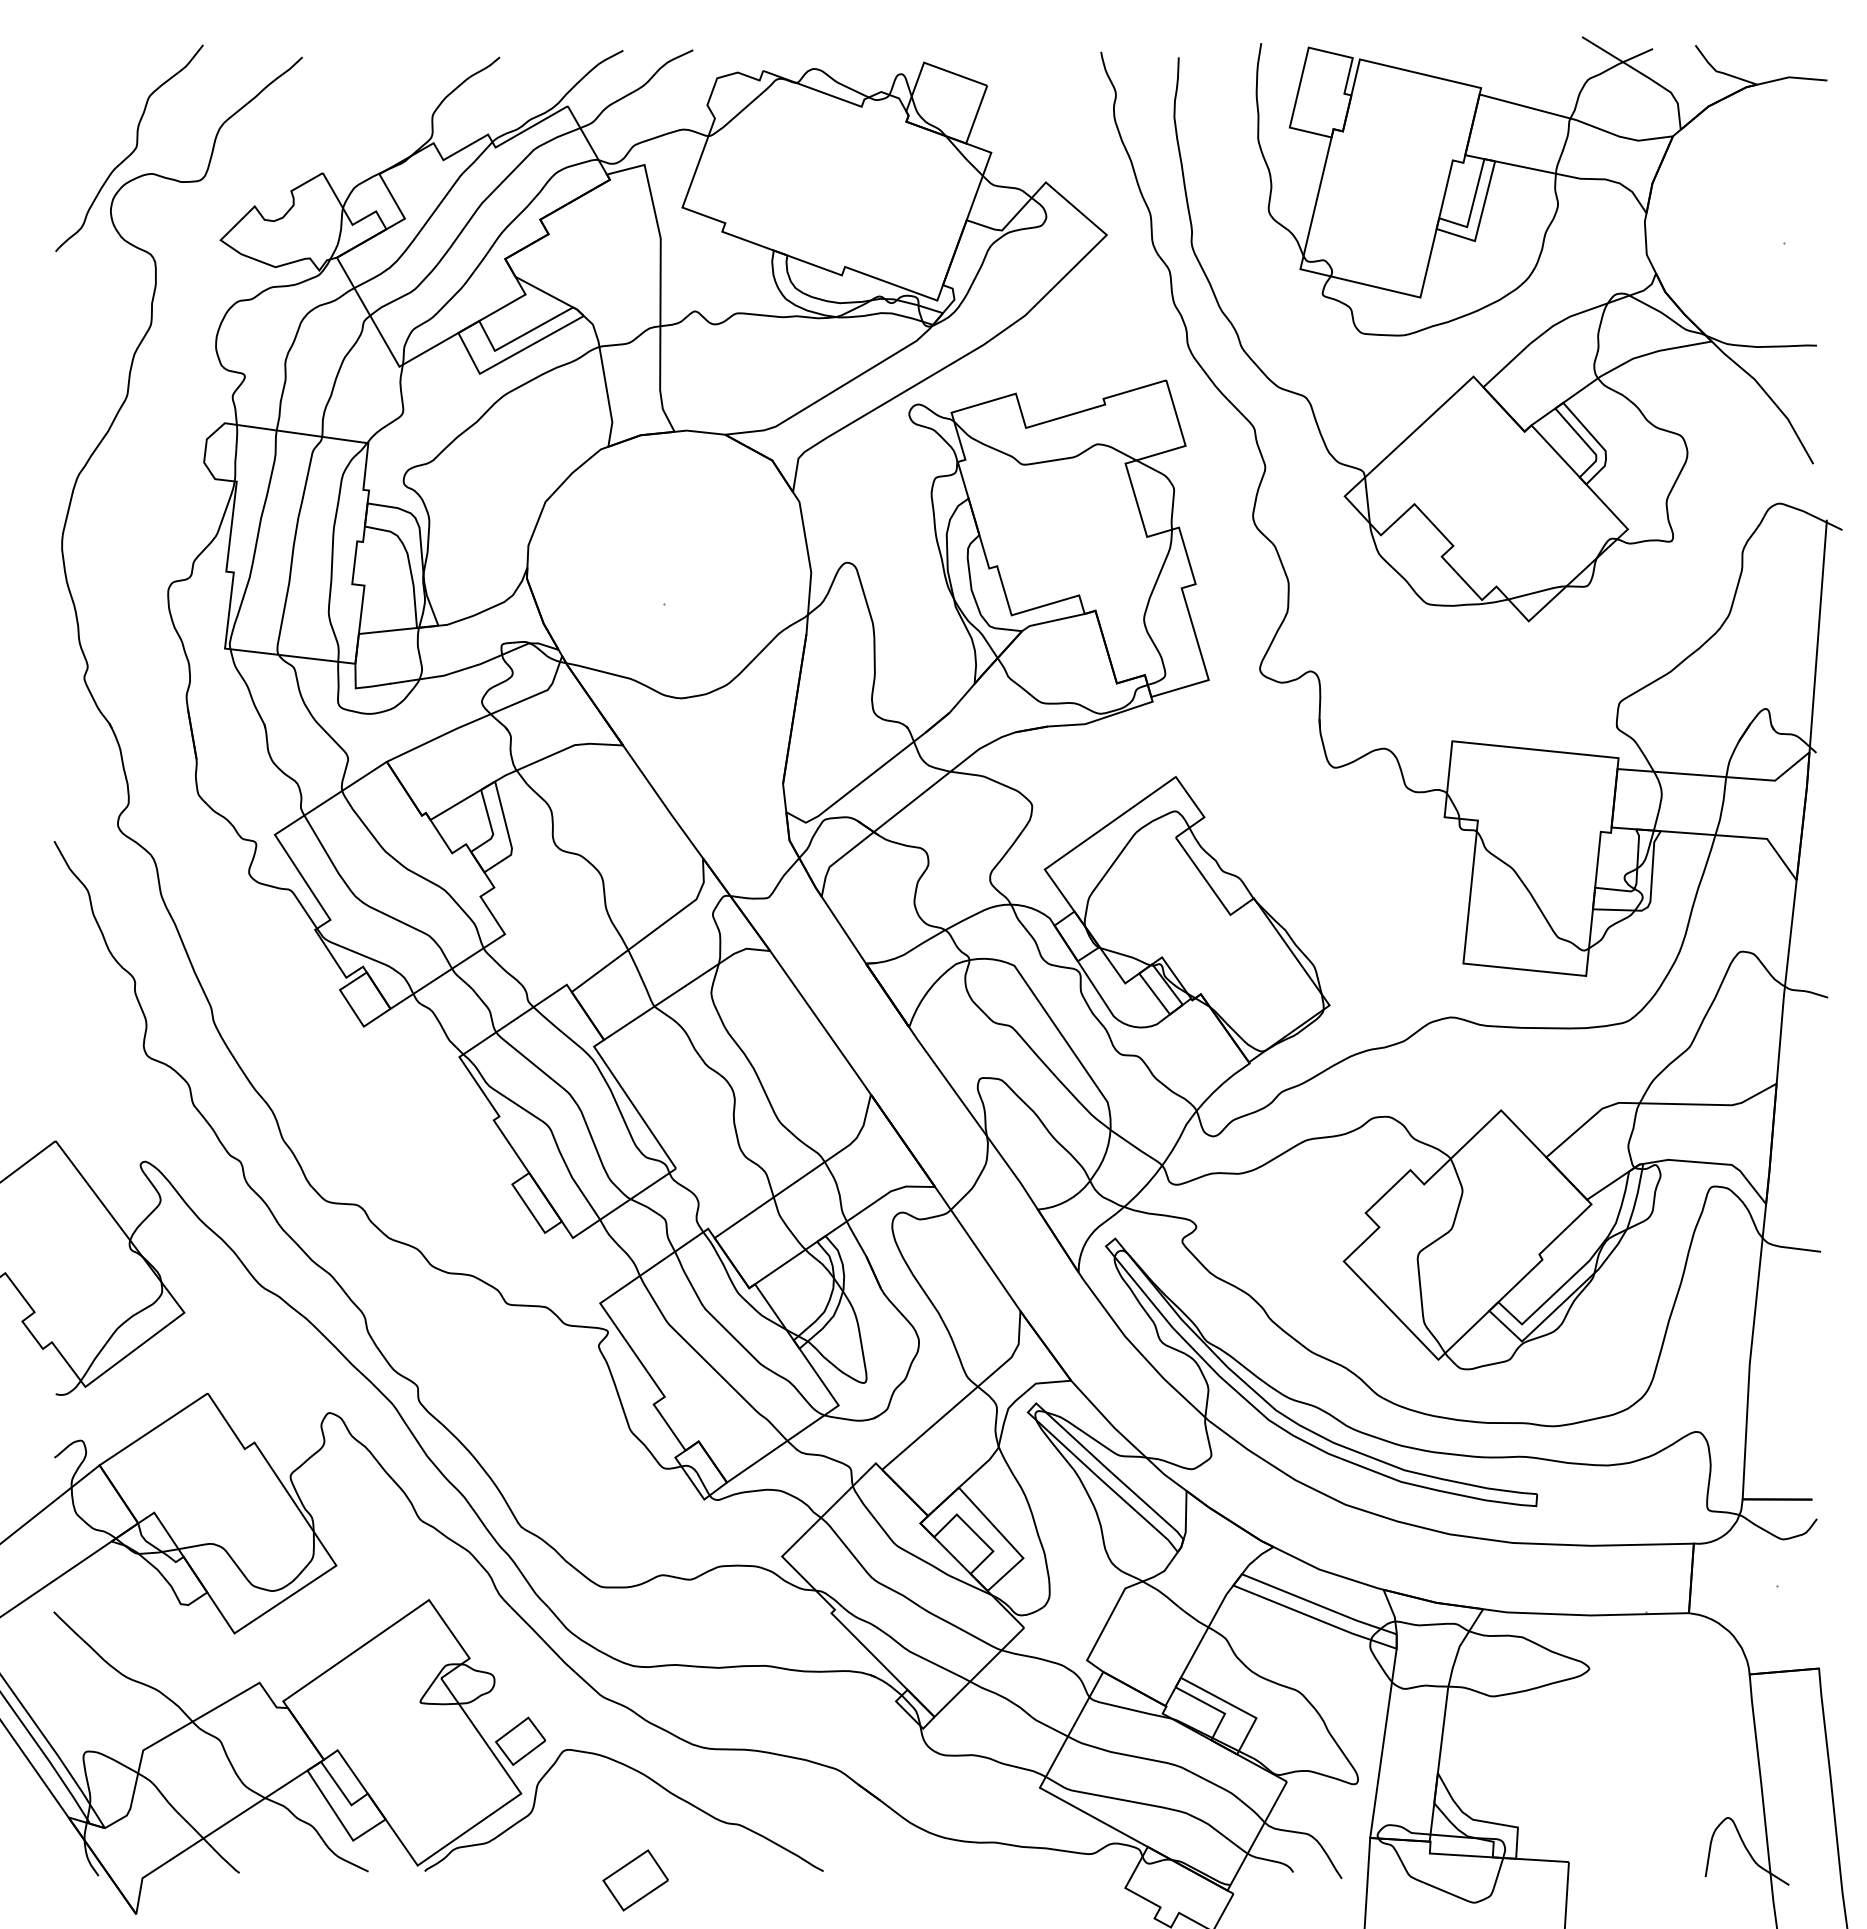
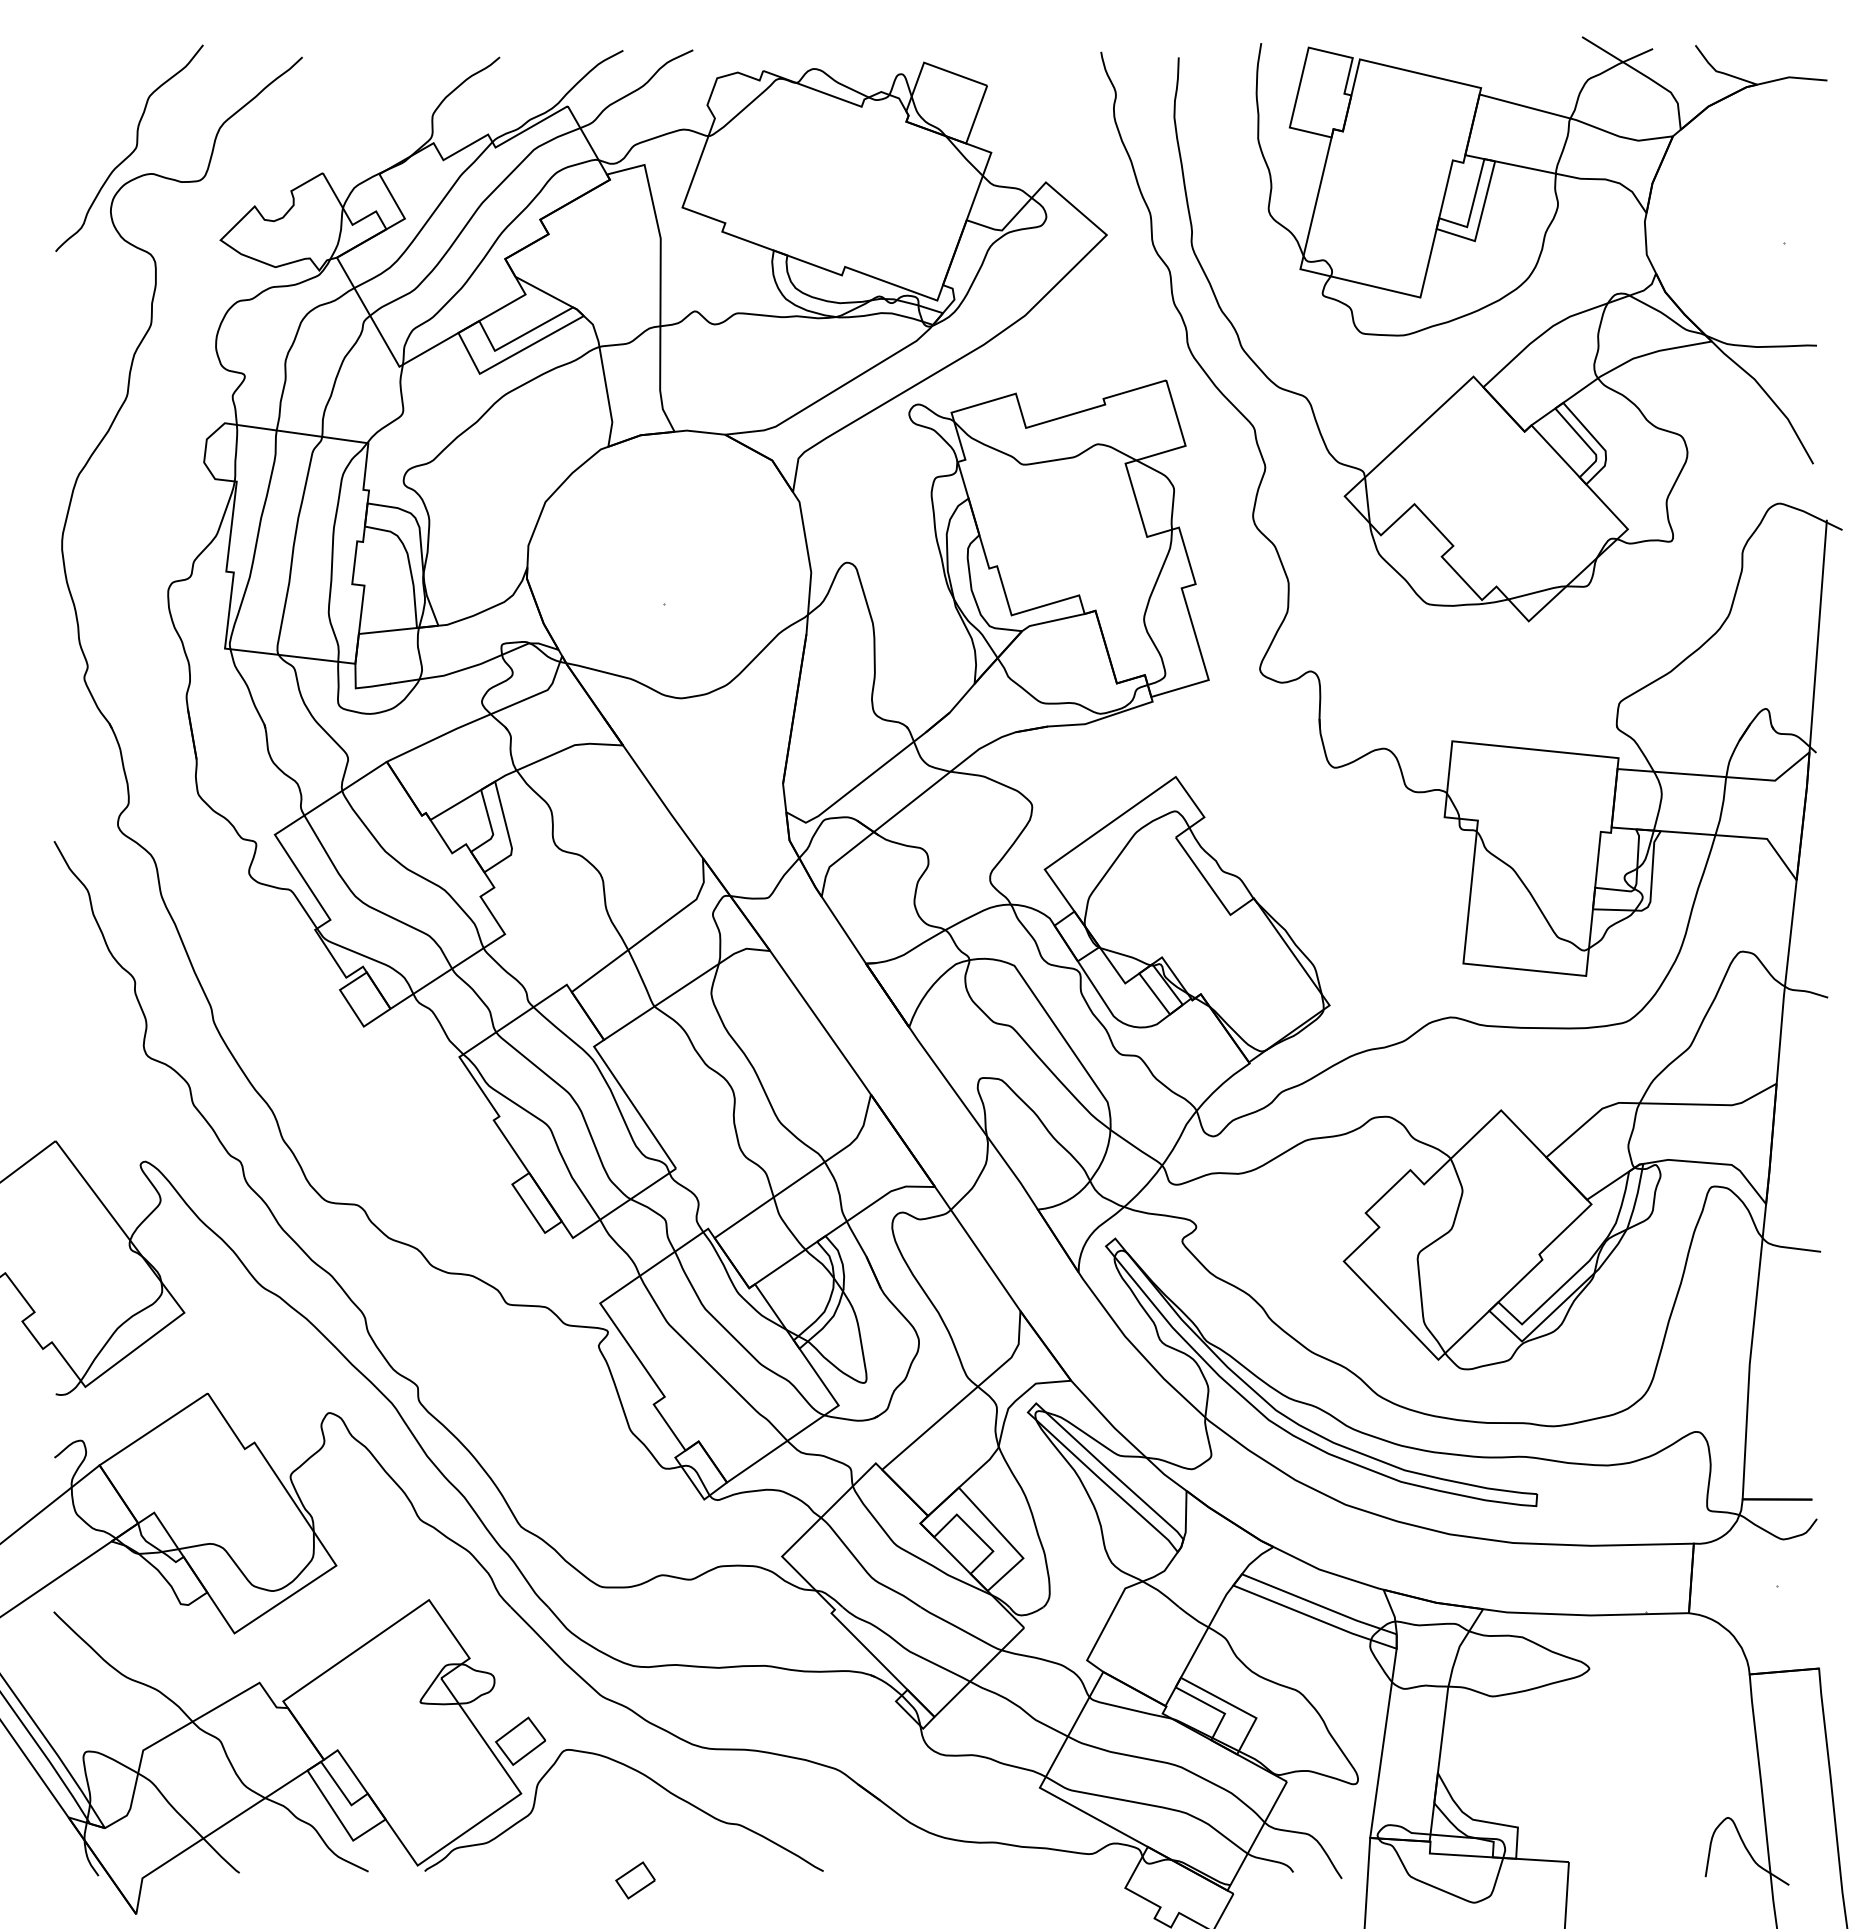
part at (635, 1880) size: 67x63 px -> 41x39 px
